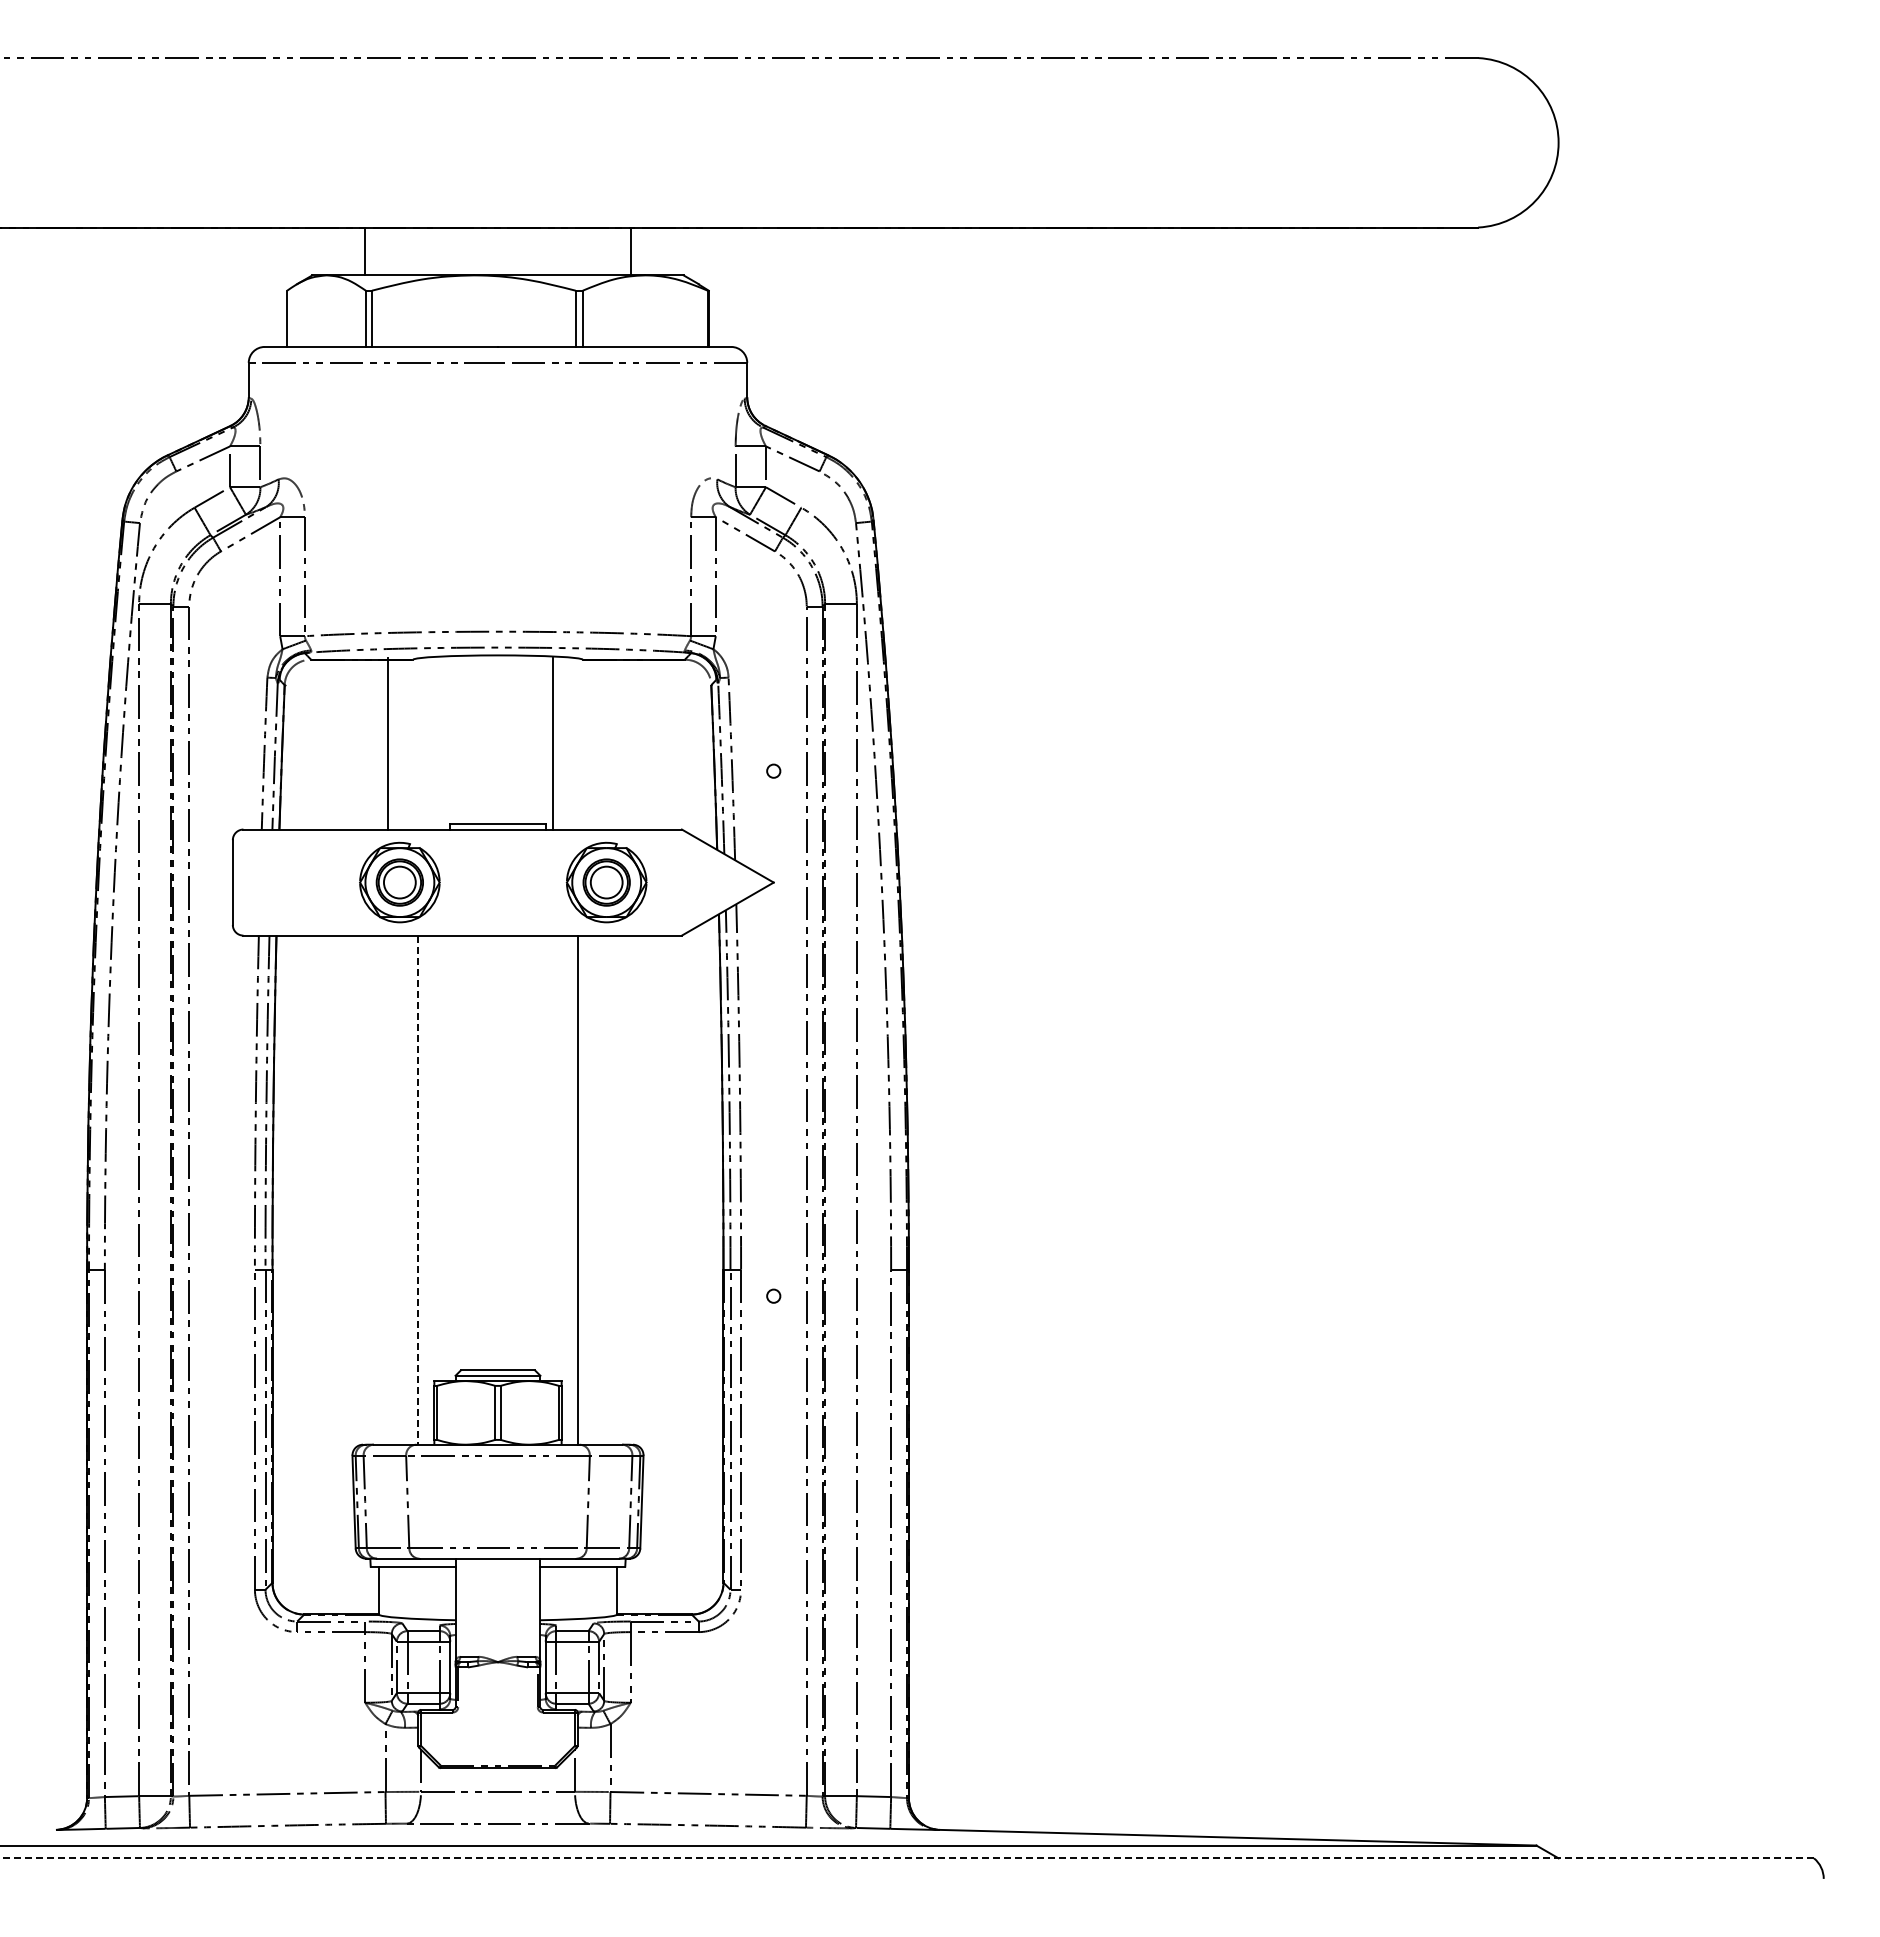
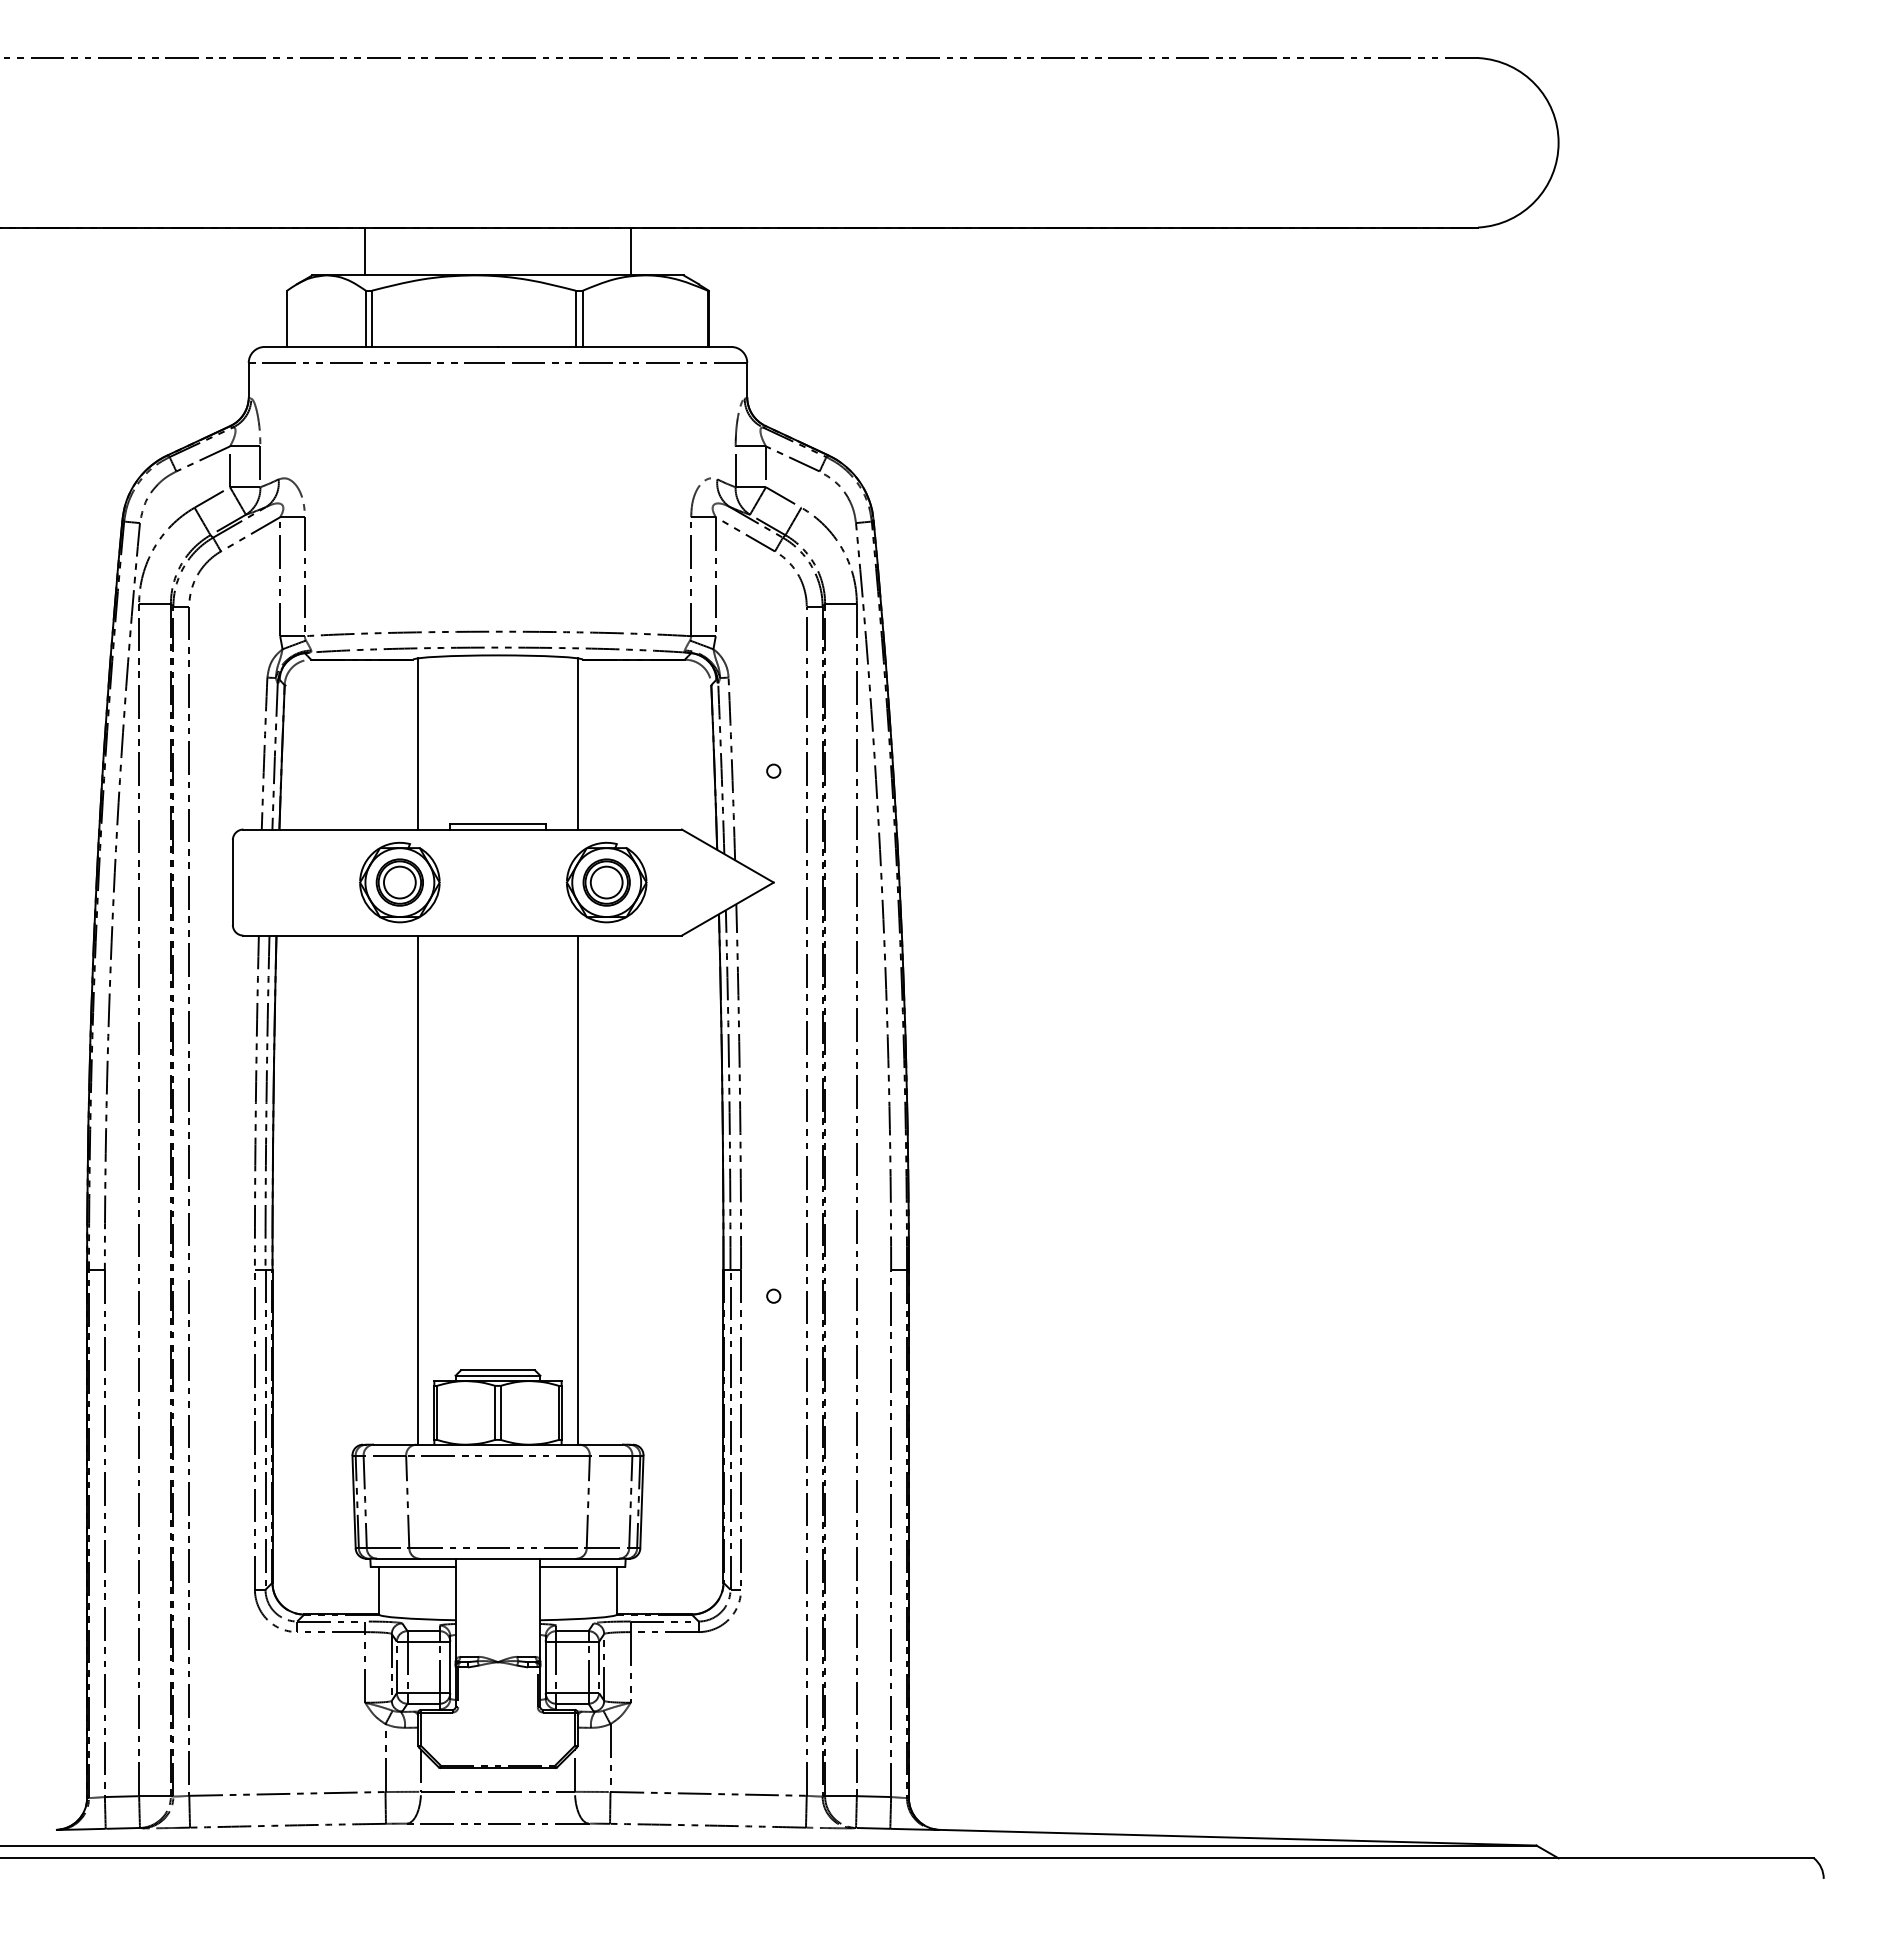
line at (388, 743) position: (388, 743) -> (418, 743)
line at (552, 743) position: (552, 743) -> (577, 743)
line at (418, 1190): dashed -> solid
line at (907, 1858): dashed -> solid
